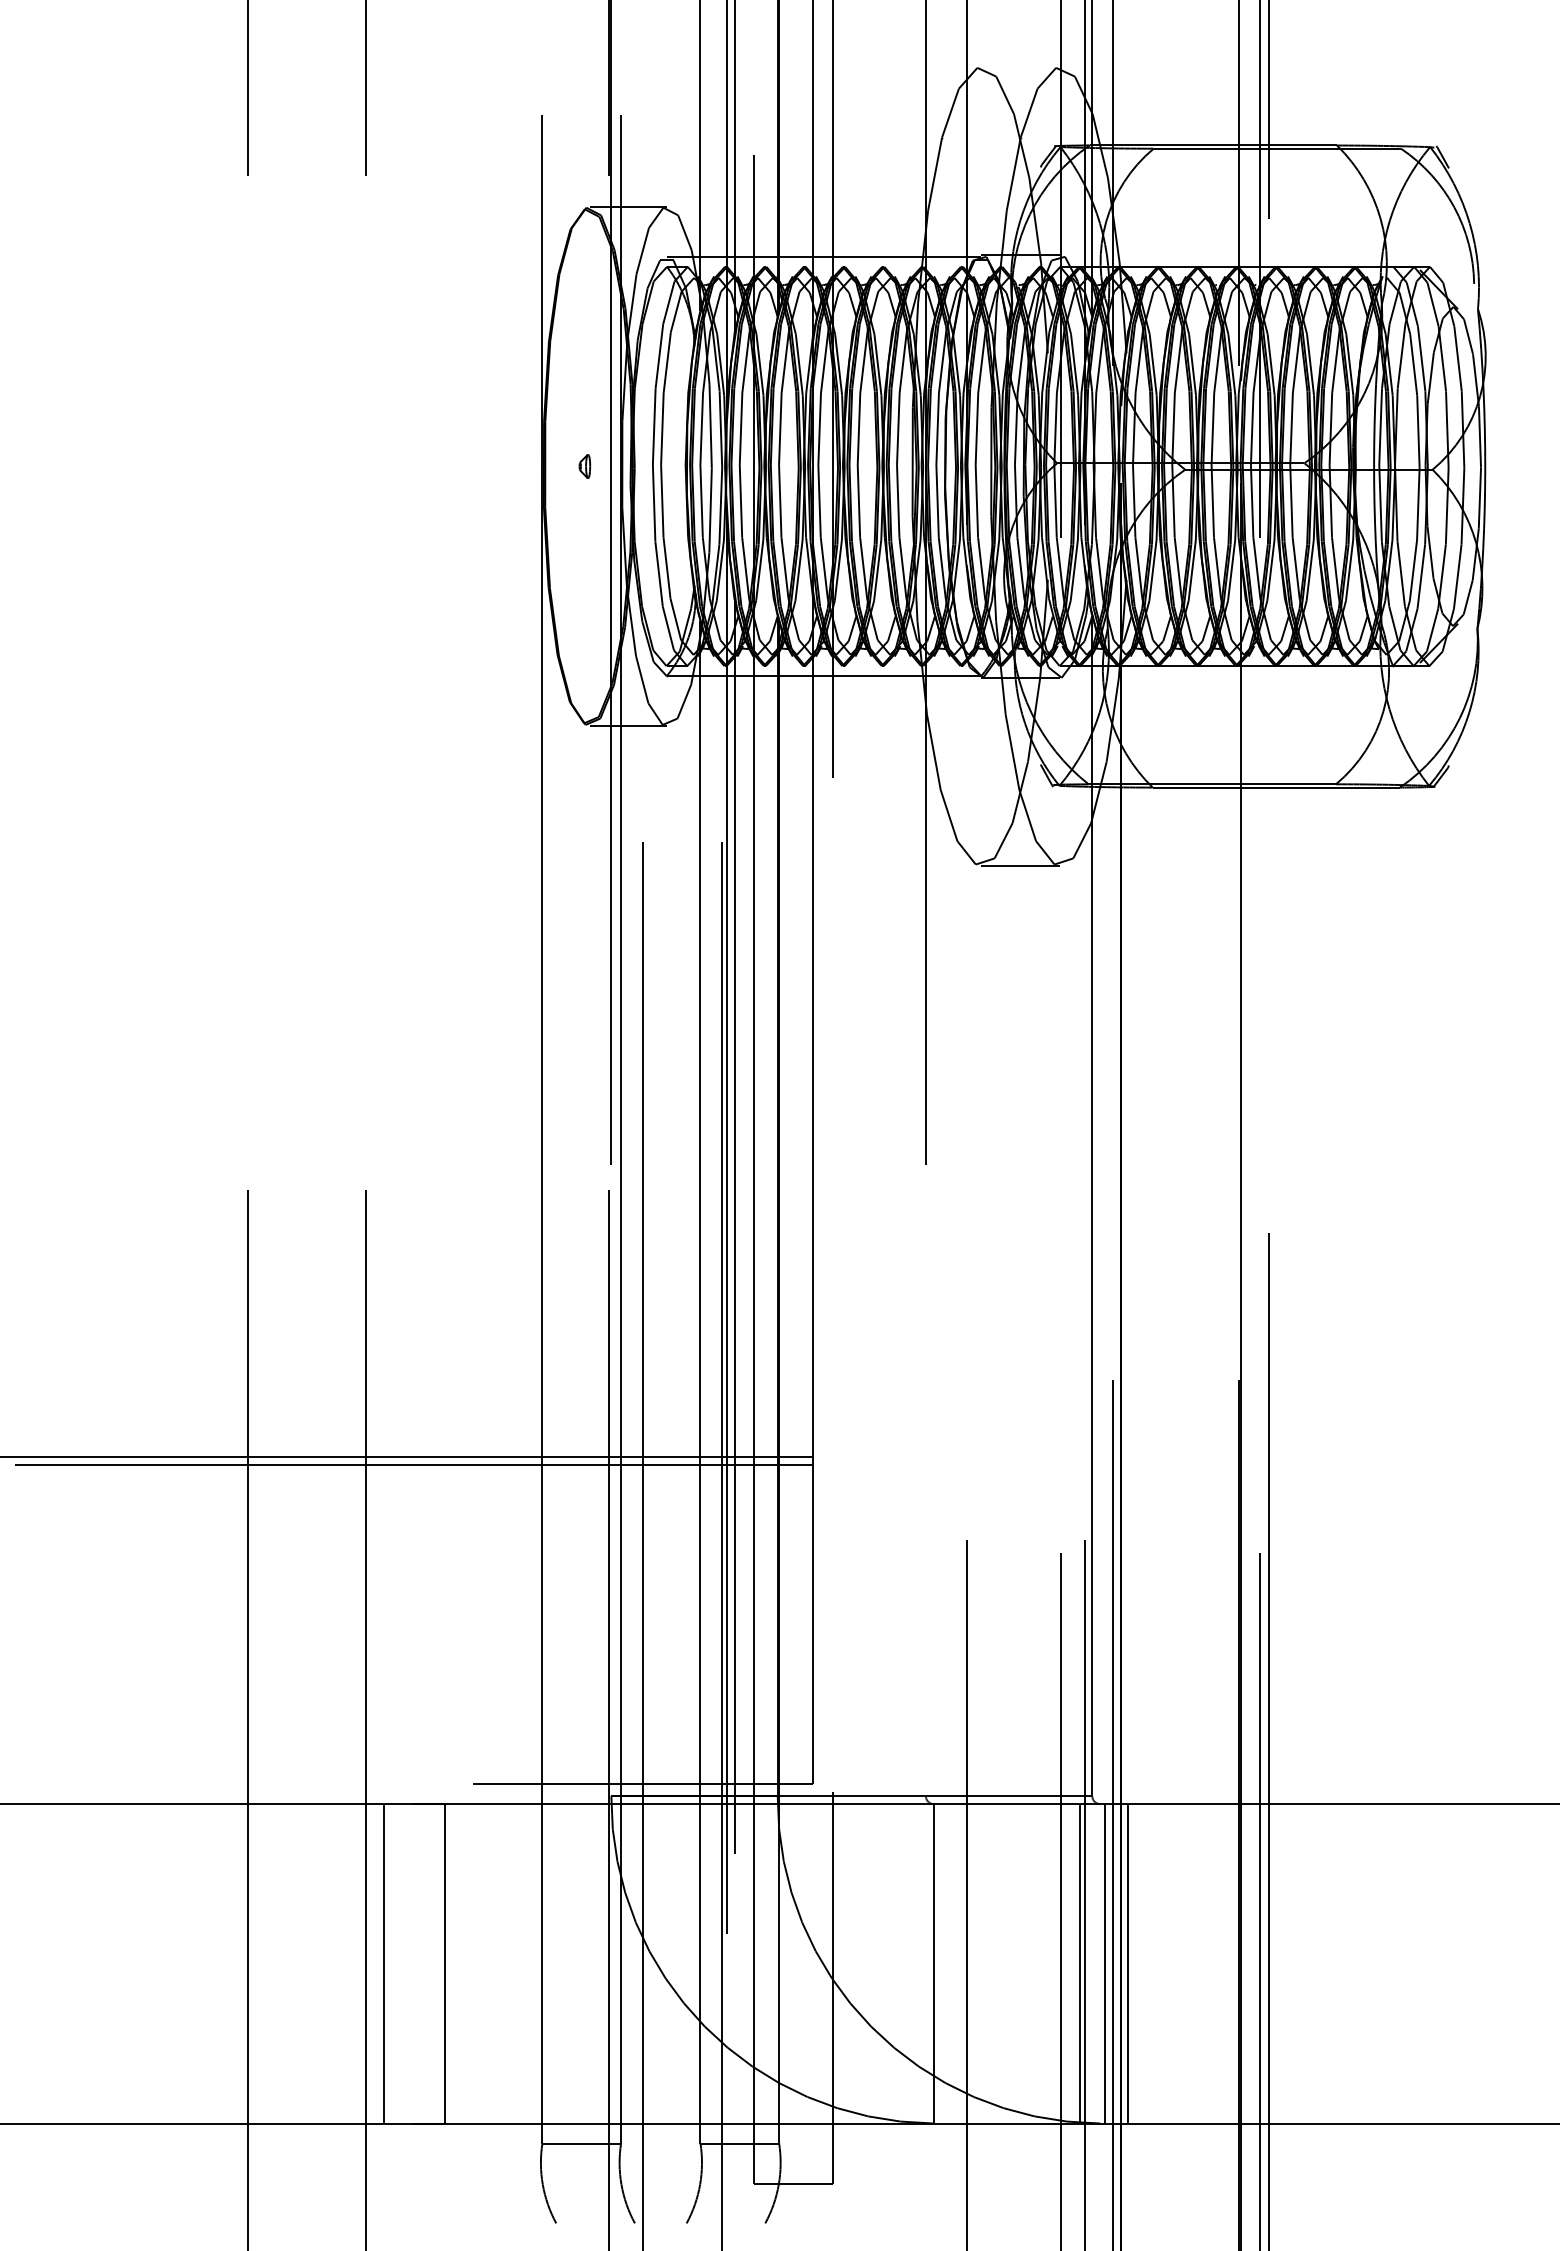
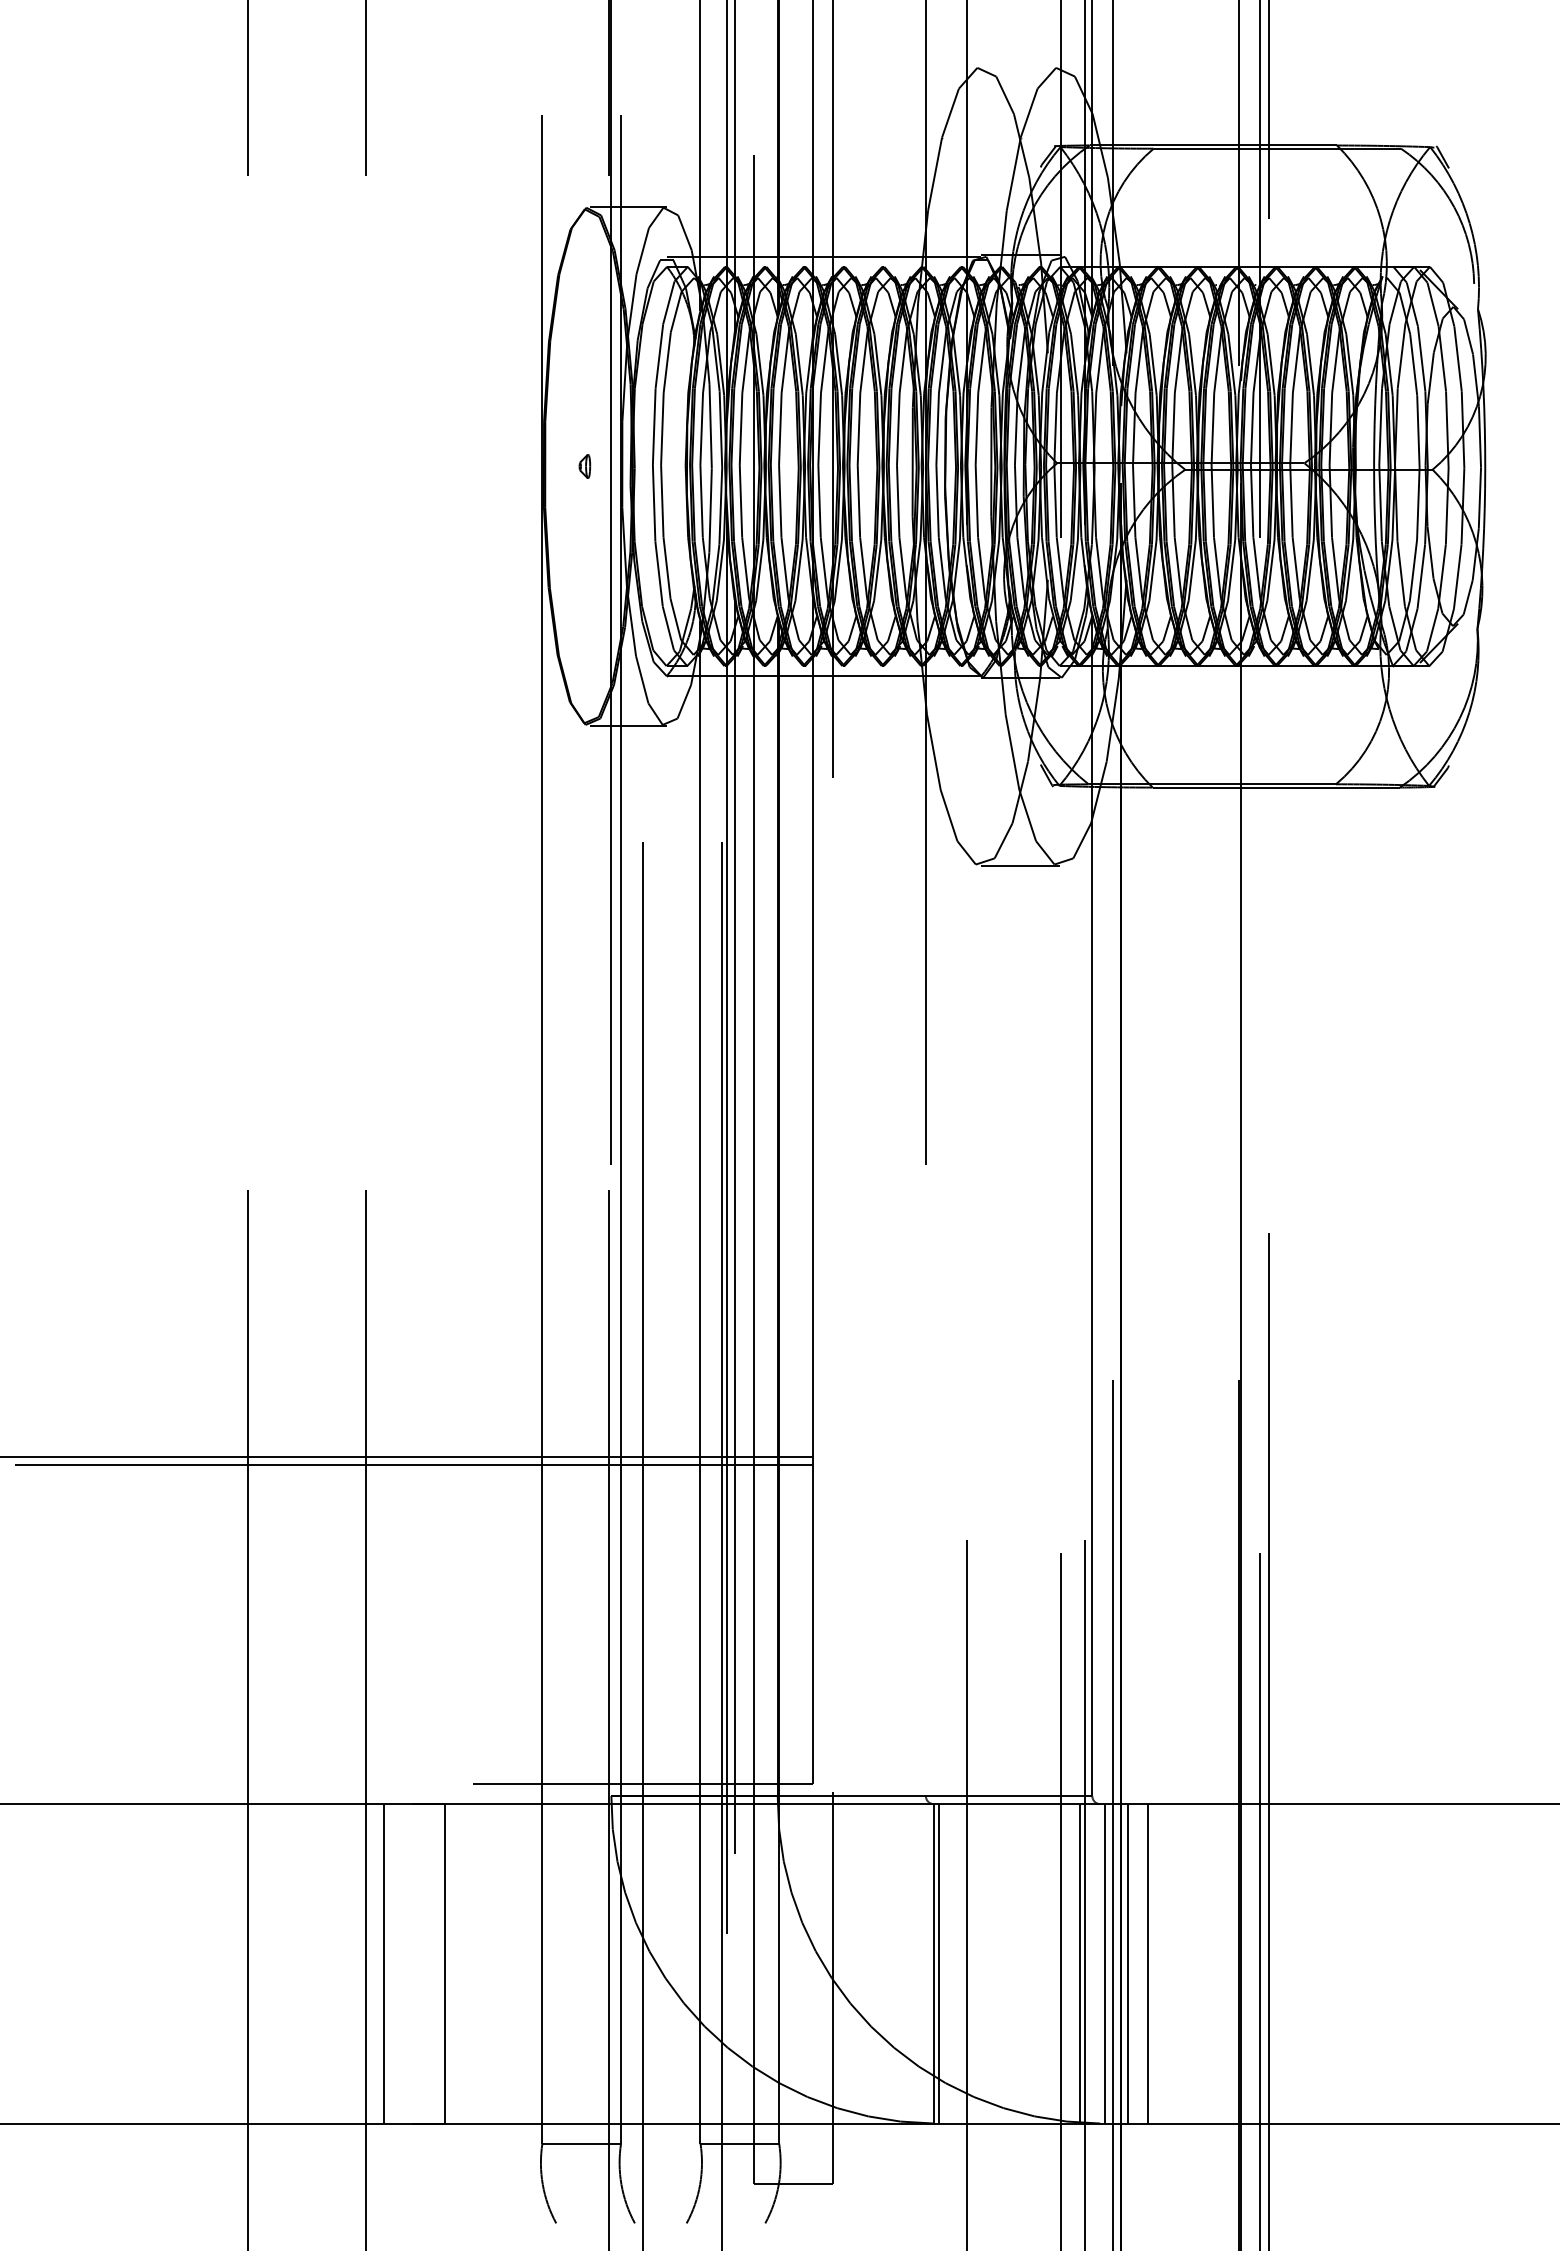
line at (938, 1963): none -> present
line at (1147, 1963): none -> present
